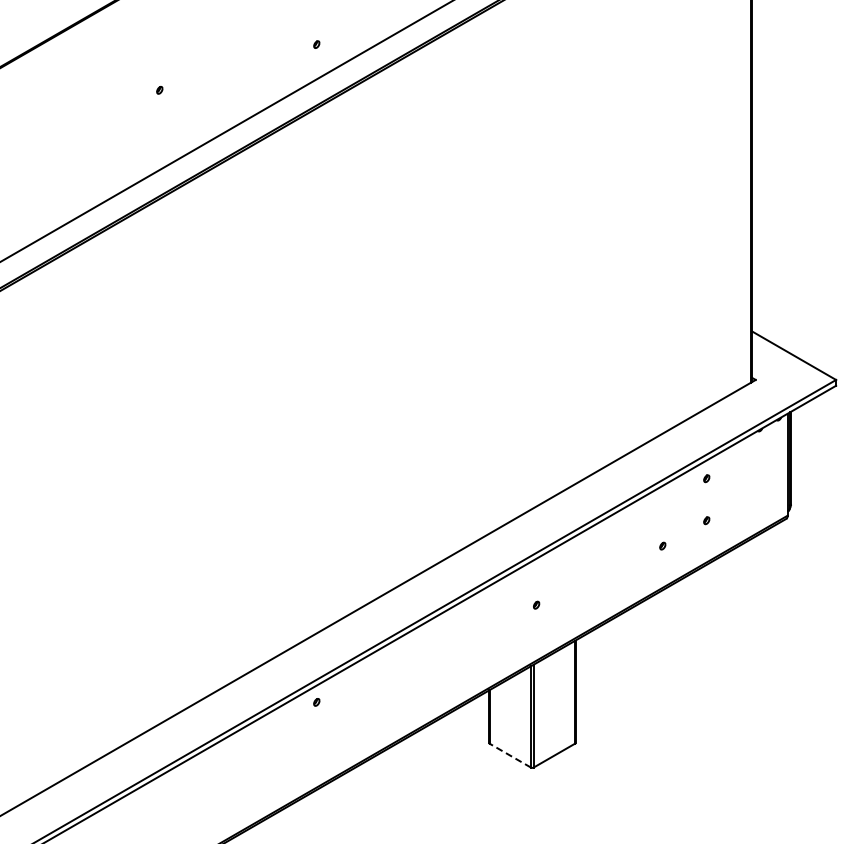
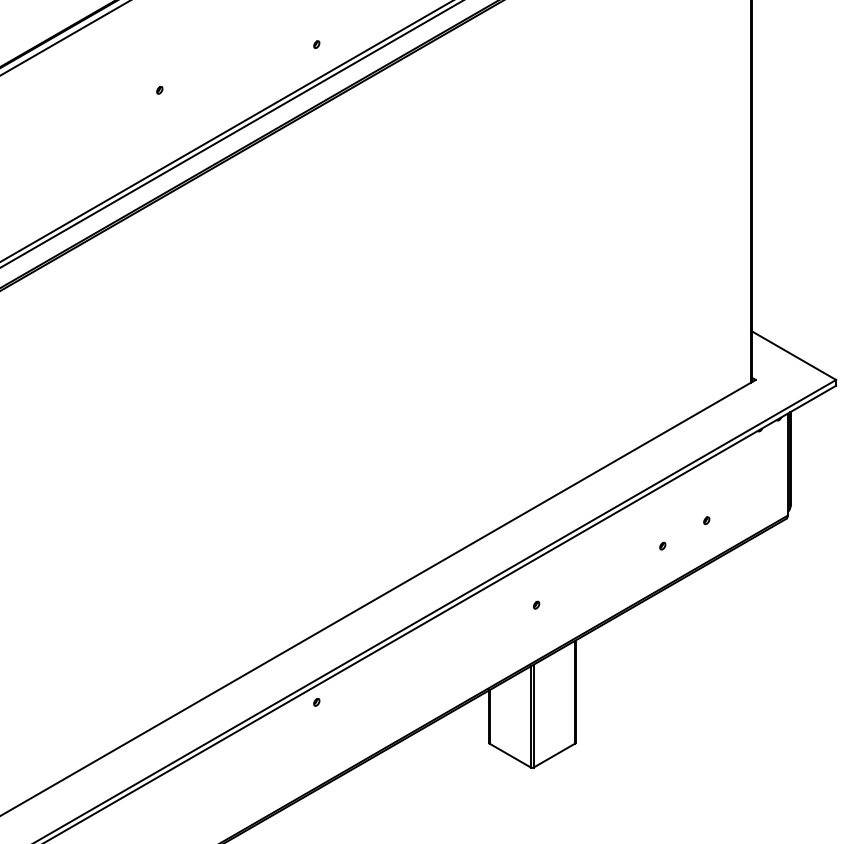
line at (64, 38): none -> present
line at (231, 134): none -> present
part at (706, 478): present -> none
line at (510, 755): dashed -> solid
